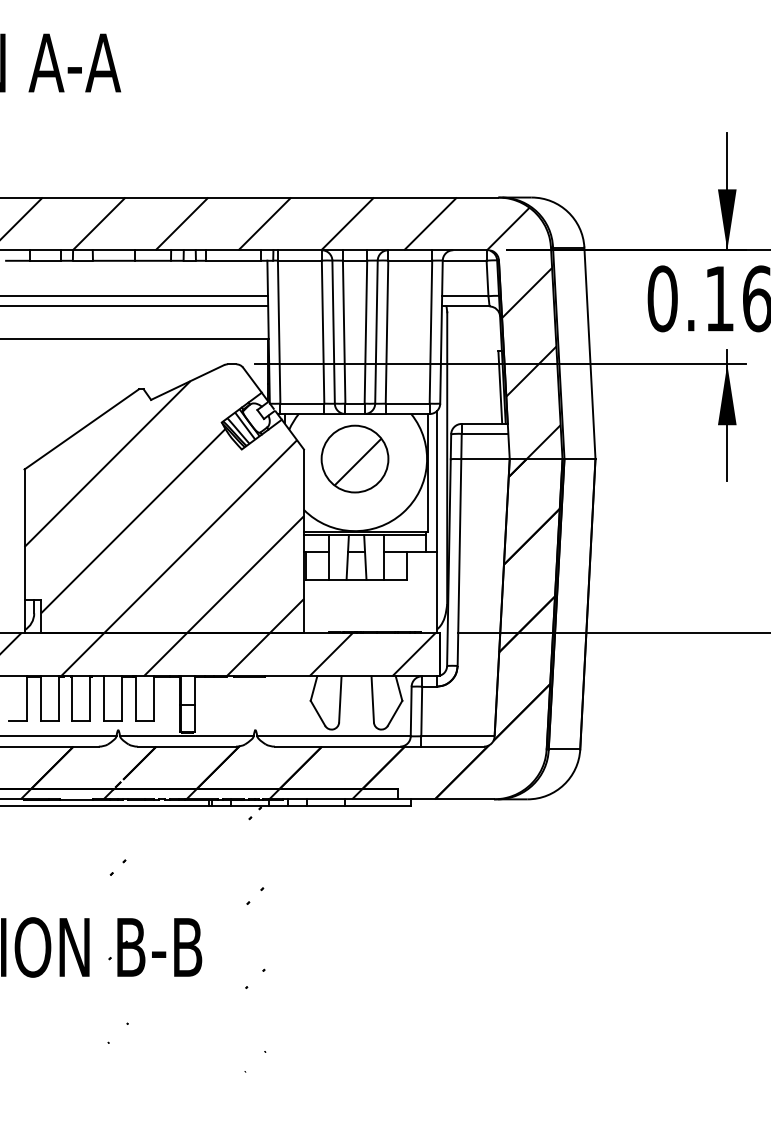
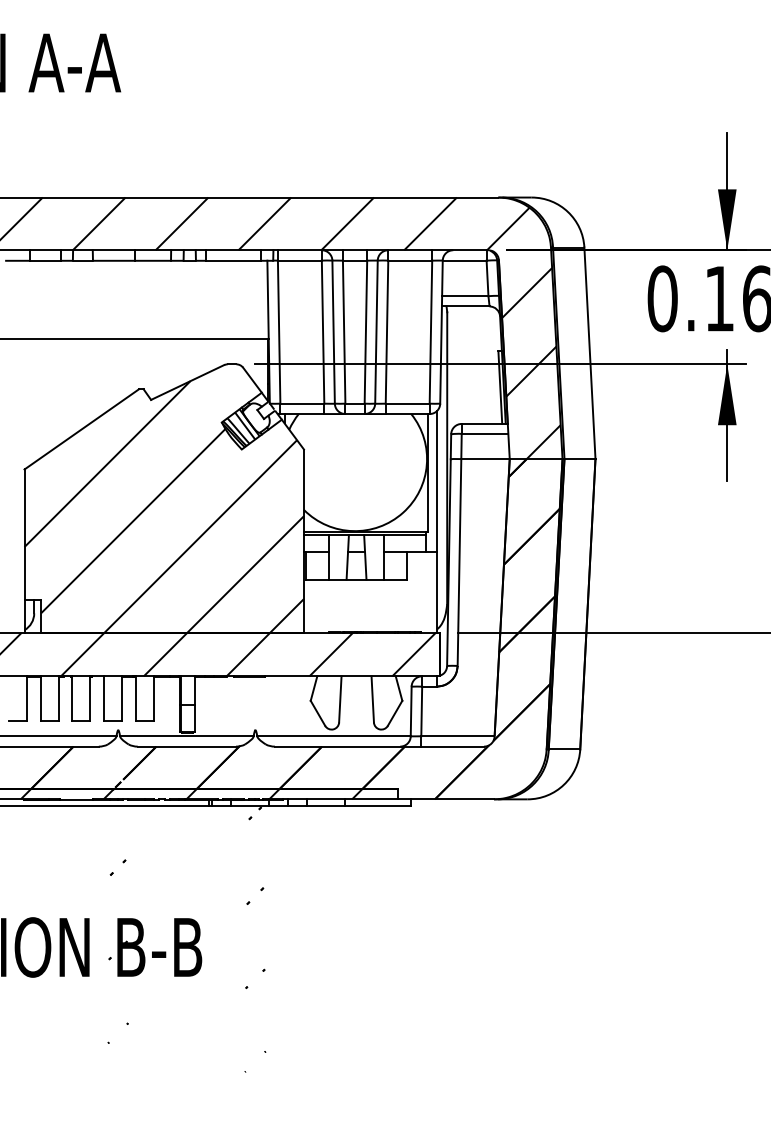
line at (135, 296): present -> none
line at (135, 306): present -> none
part at (354, 458): present -> none
